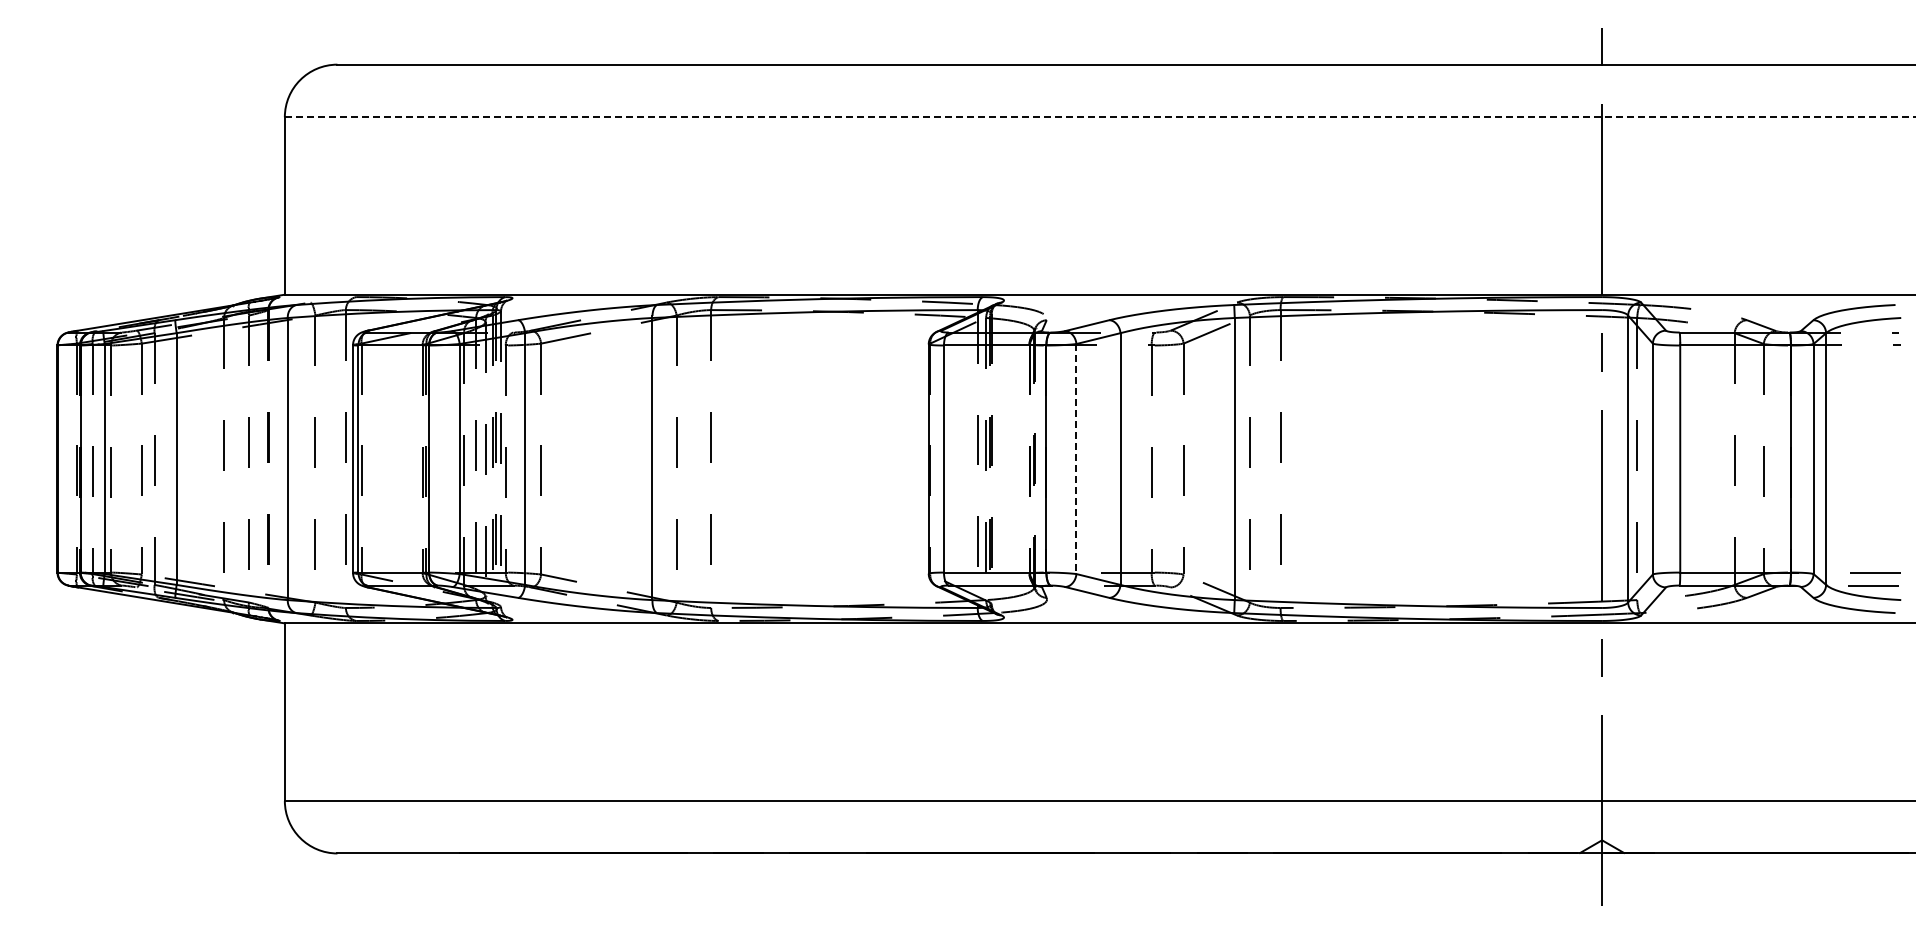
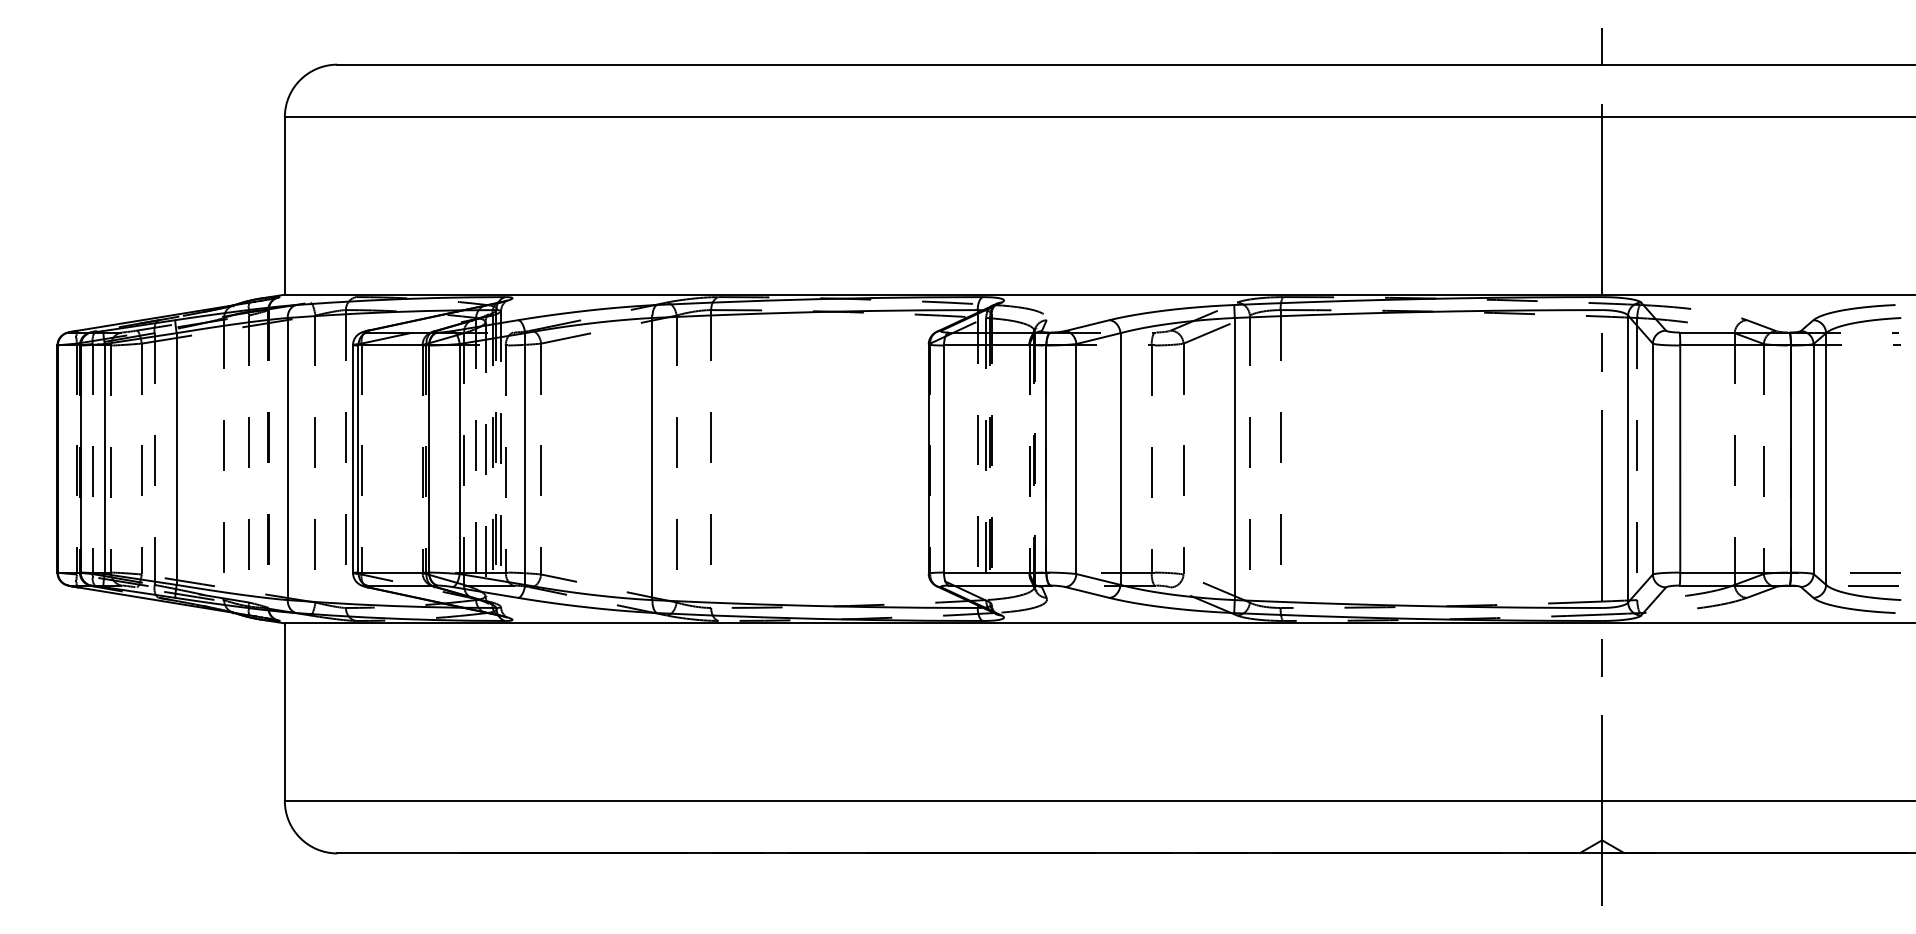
line at (1100, 117): dashed -> solid
line at (1076, 459): dashed -> solid
